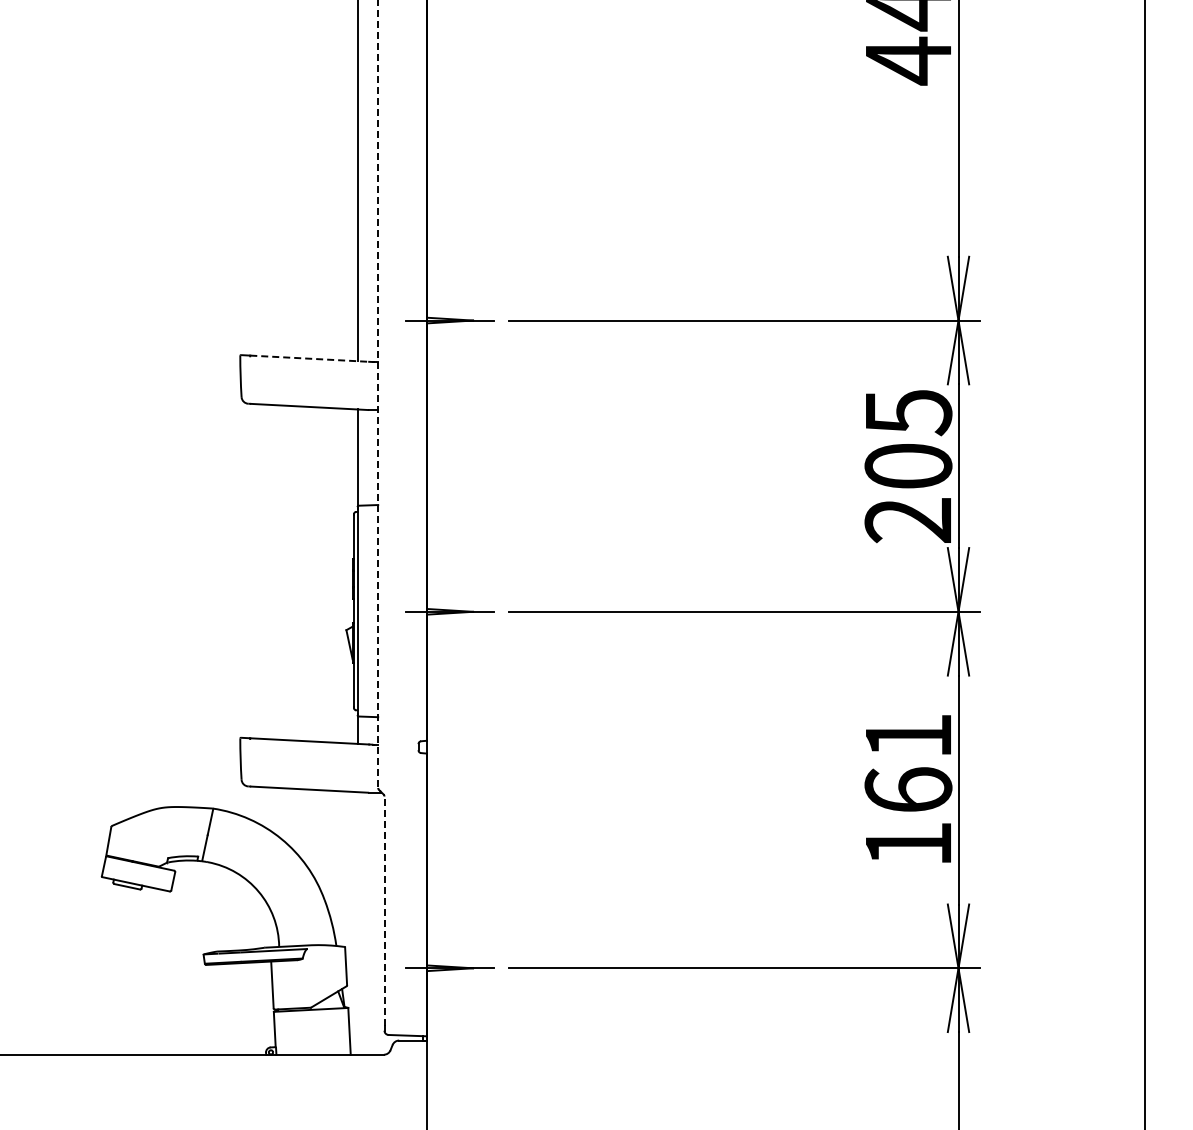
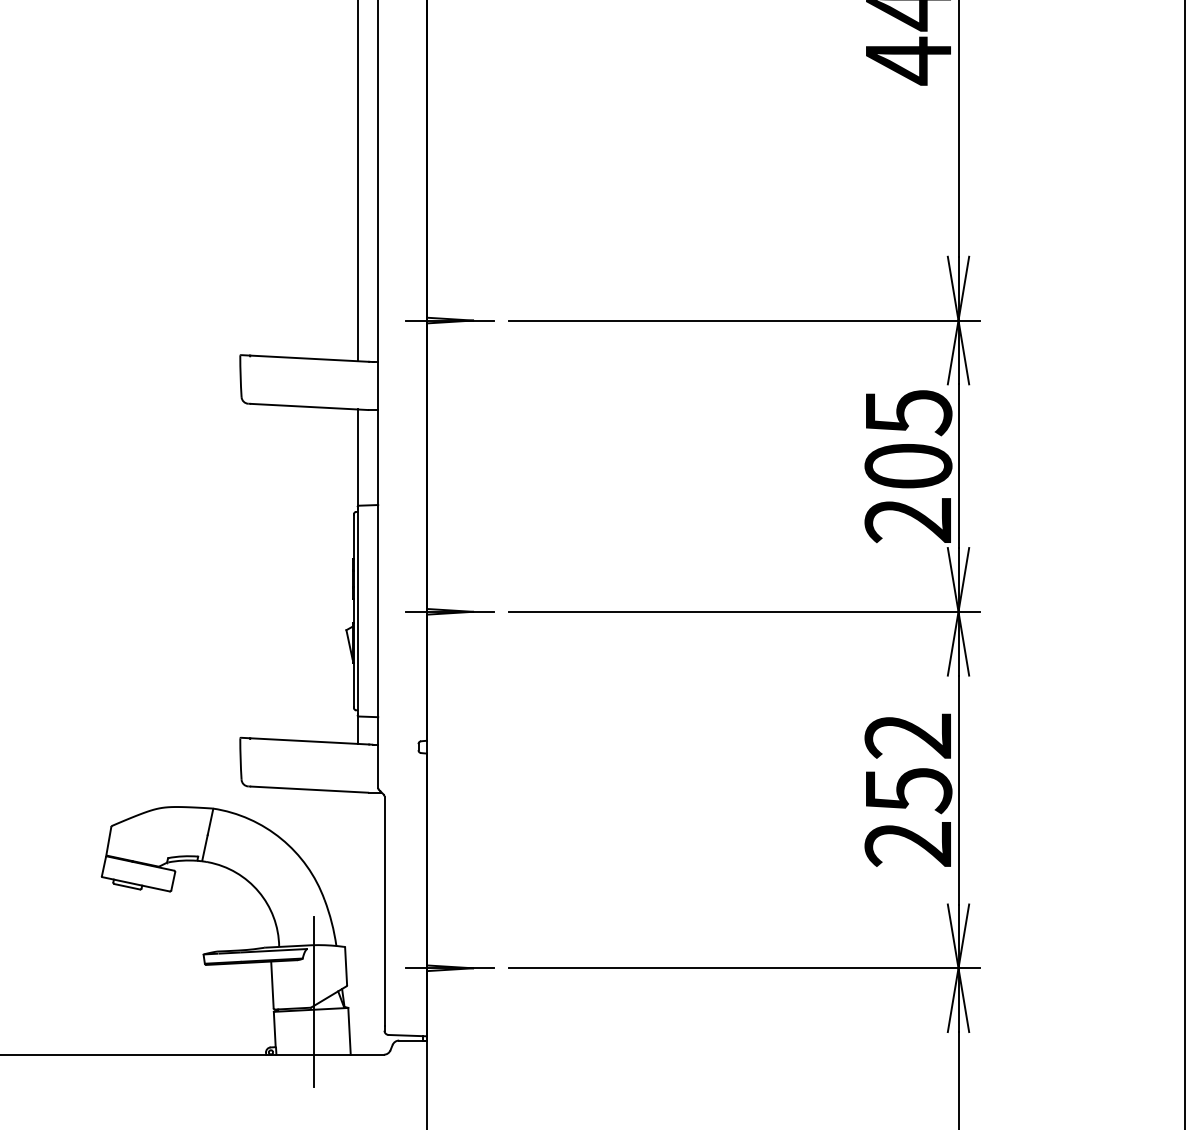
line at (309, 358): dashed -> solid
line at (378, 394): dashed -> solid
line at (1145, 564) position: (1145, 564) -> (1185, 564)
text at (908, 789): 161 -> 252
line at (384, 911): dashed -> solid
line at (313, 1001): none -> present
